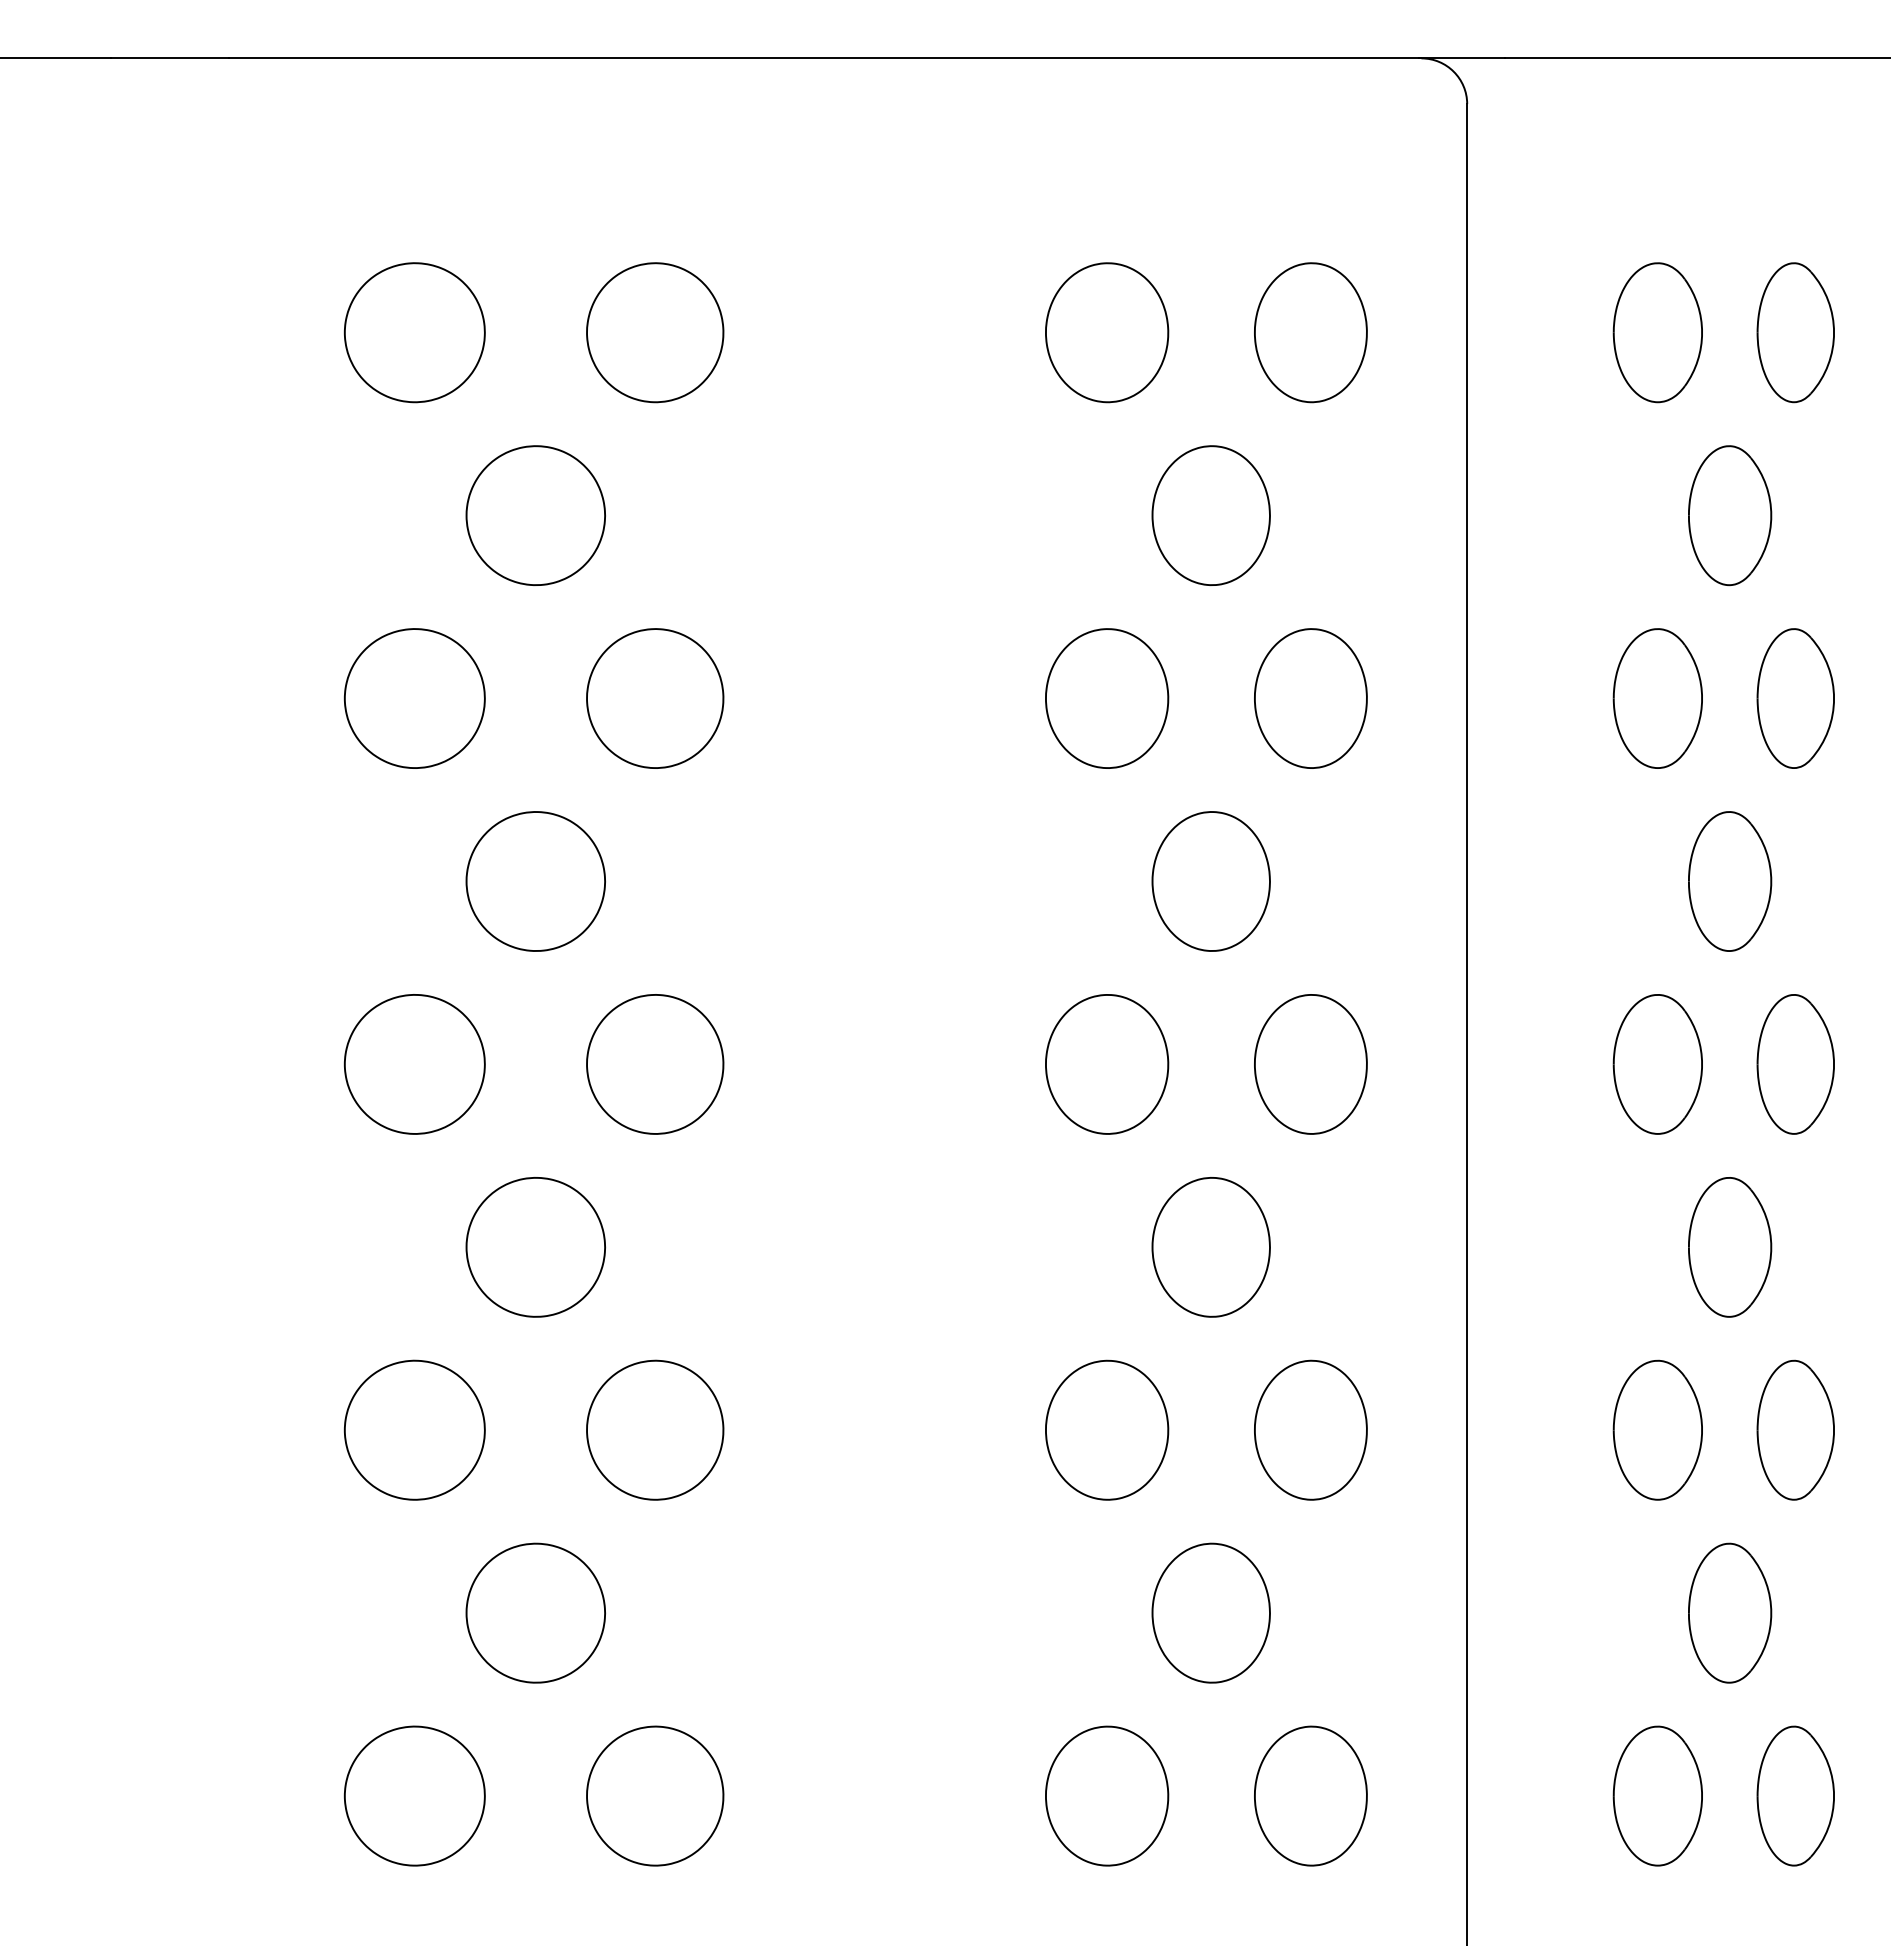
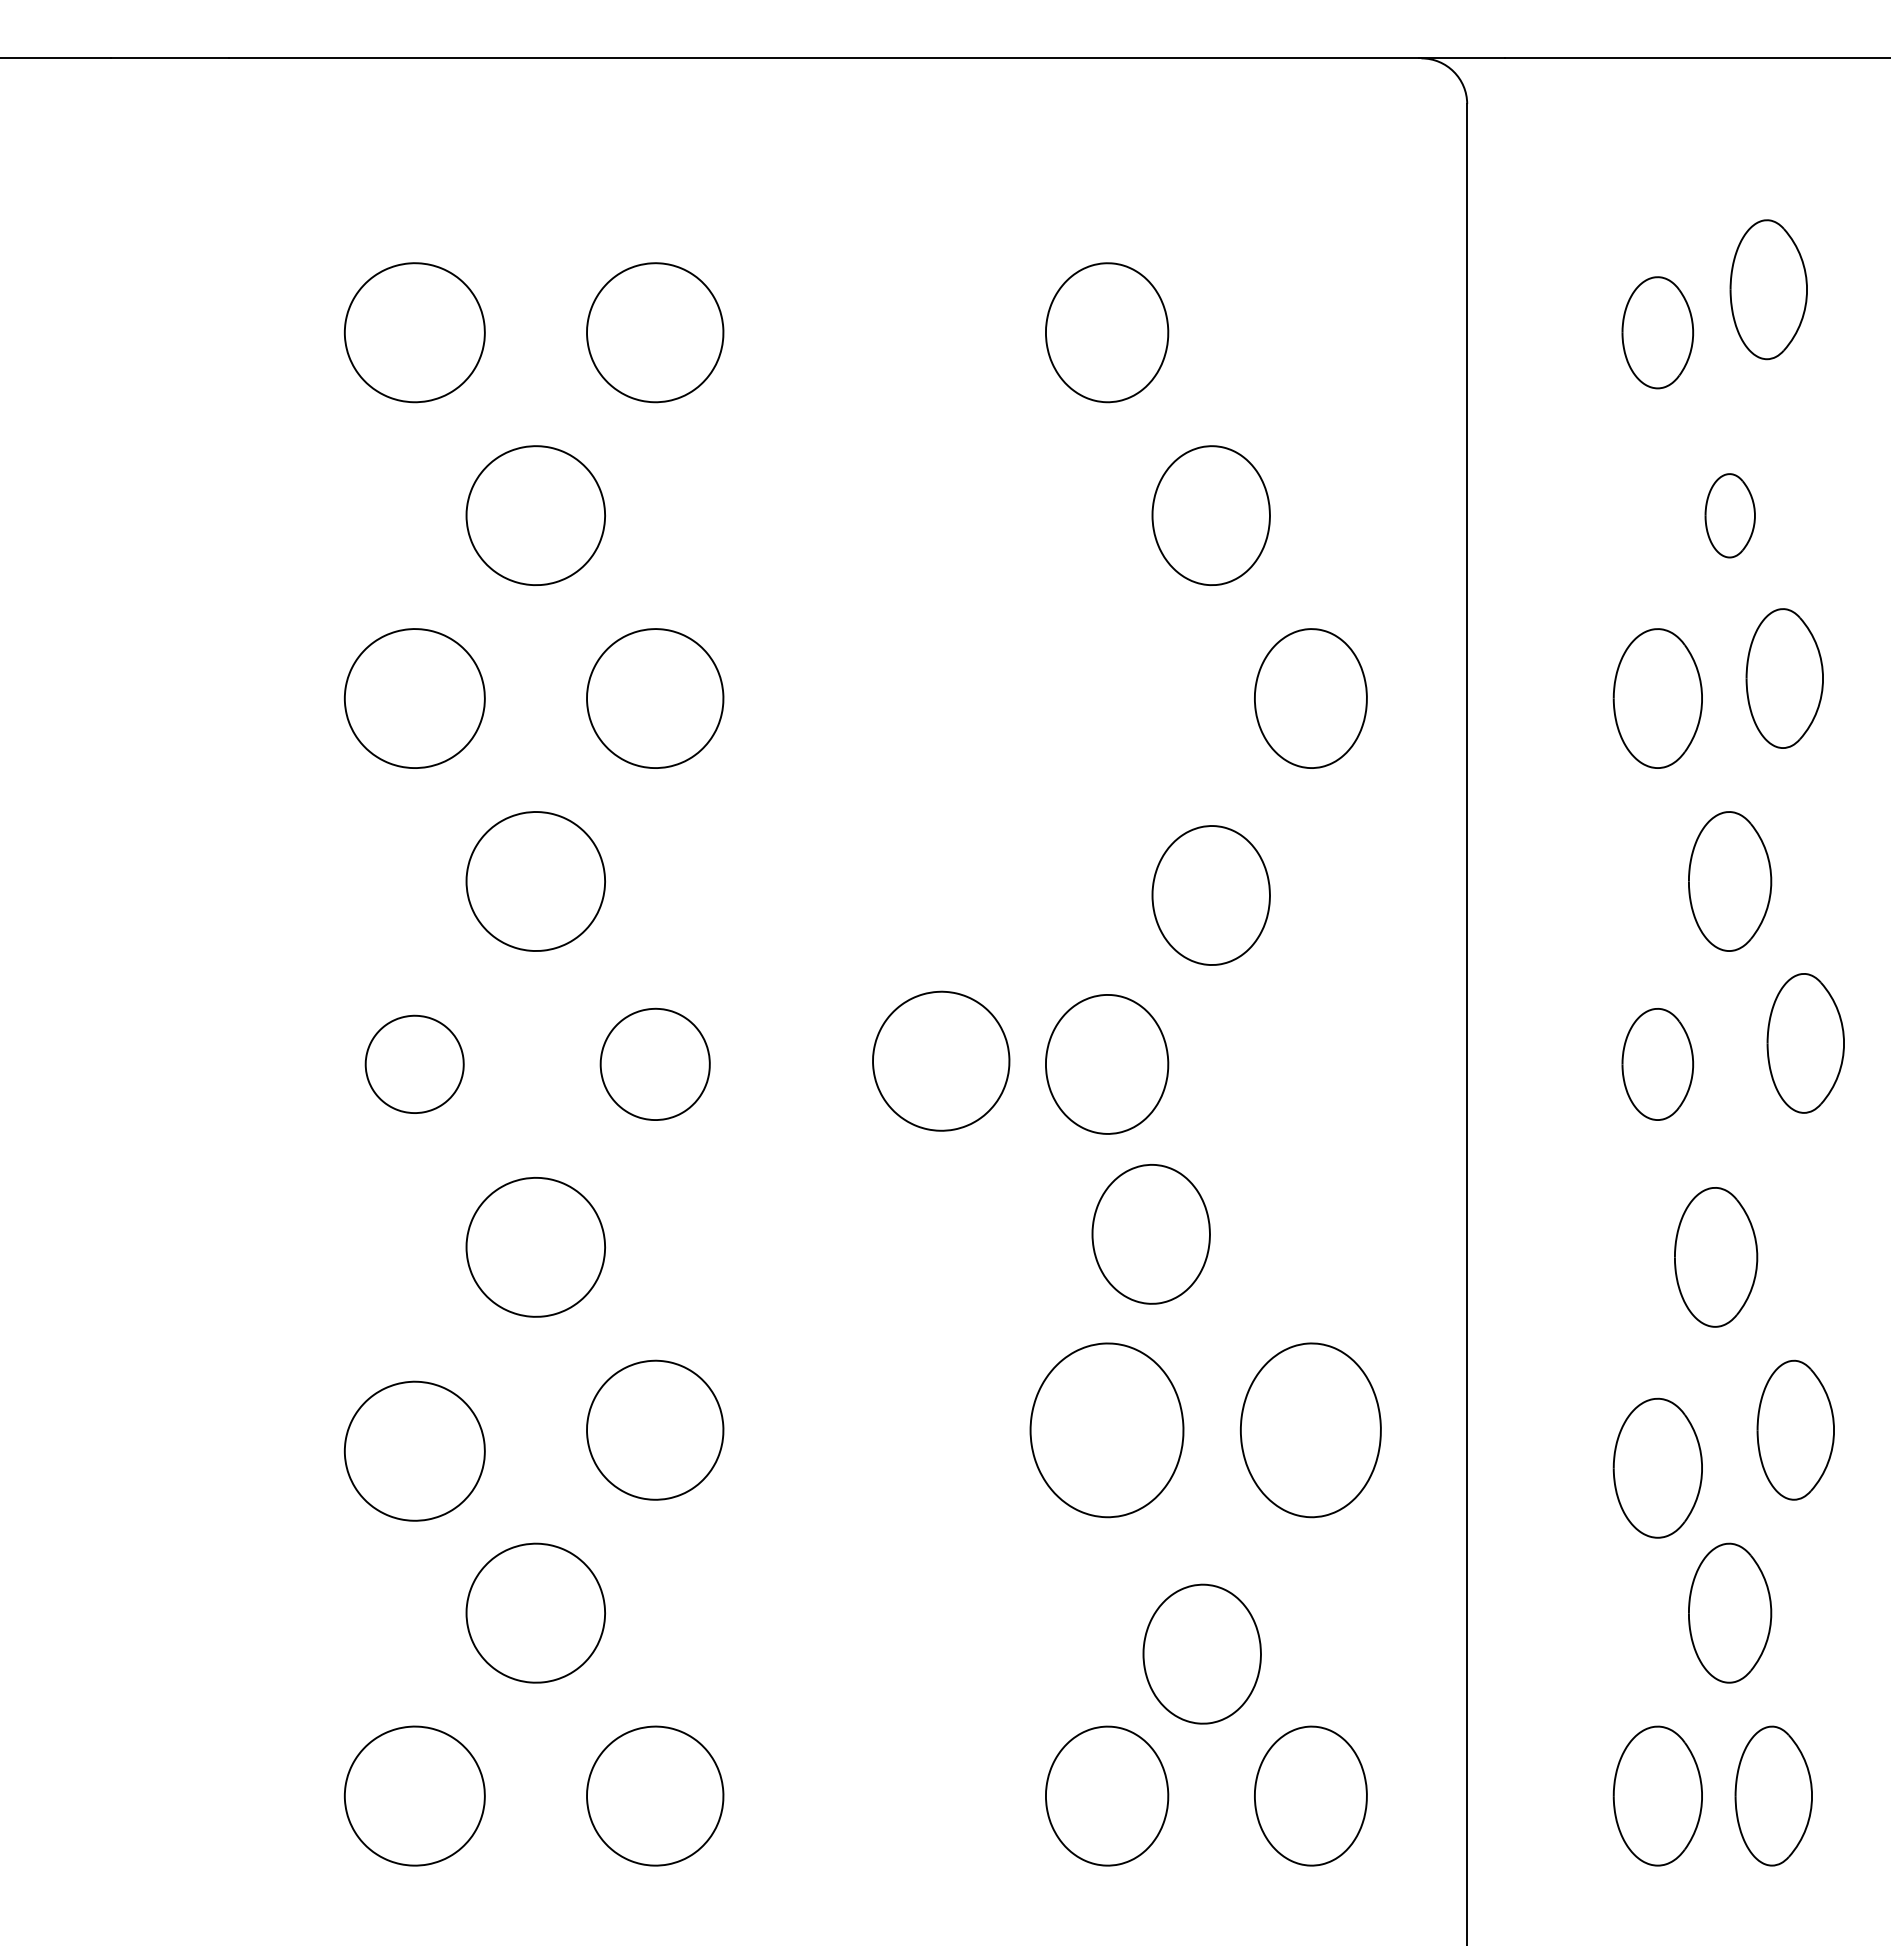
part at (1310, 332): present -> none
part at (1657, 332) size: 91x142 px -> 74x114 px
part at (1795, 332) position: (1795, 332) -> (1768, 289)
part at (1730, 515) size: 85x142 px -> 52x86 px
part at (1107, 698): present -> none
part at (1795, 698) position: (1795, 698) -> (1784, 678)
part at (1210, 881) position: (1210, 881) -> (1210, 895)
part at (941, 1060): none -> present
part at (414, 1064) size: 143x141 px -> 101x100 px
part at (655, 1064) size: 139x141 px -> 112x114 px
part at (1310, 1064): present -> none
part at (1657, 1064) size: 91x141 px -> 74x113 px
part at (1795, 1064) position: (1795, 1064) -> (1805, 1043)
part at (1210, 1247) position: (1210, 1247) -> (1150, 1234)
part at (1730, 1247) position: (1730, 1247) -> (1716, 1257)
part at (414, 1429) position: (414, 1429) -> (414, 1450)
part at (1107, 1429) size: 125x142 px -> 156x177 px
part at (1310, 1429) size: 114x142 px -> 142x177 px
part at (1657, 1429) position: (1657, 1429) -> (1657, 1467)
part at (1210, 1612) position: (1210, 1612) -> (1201, 1653)
part at (1795, 1795) position: (1795, 1795) -> (1773, 1795)
